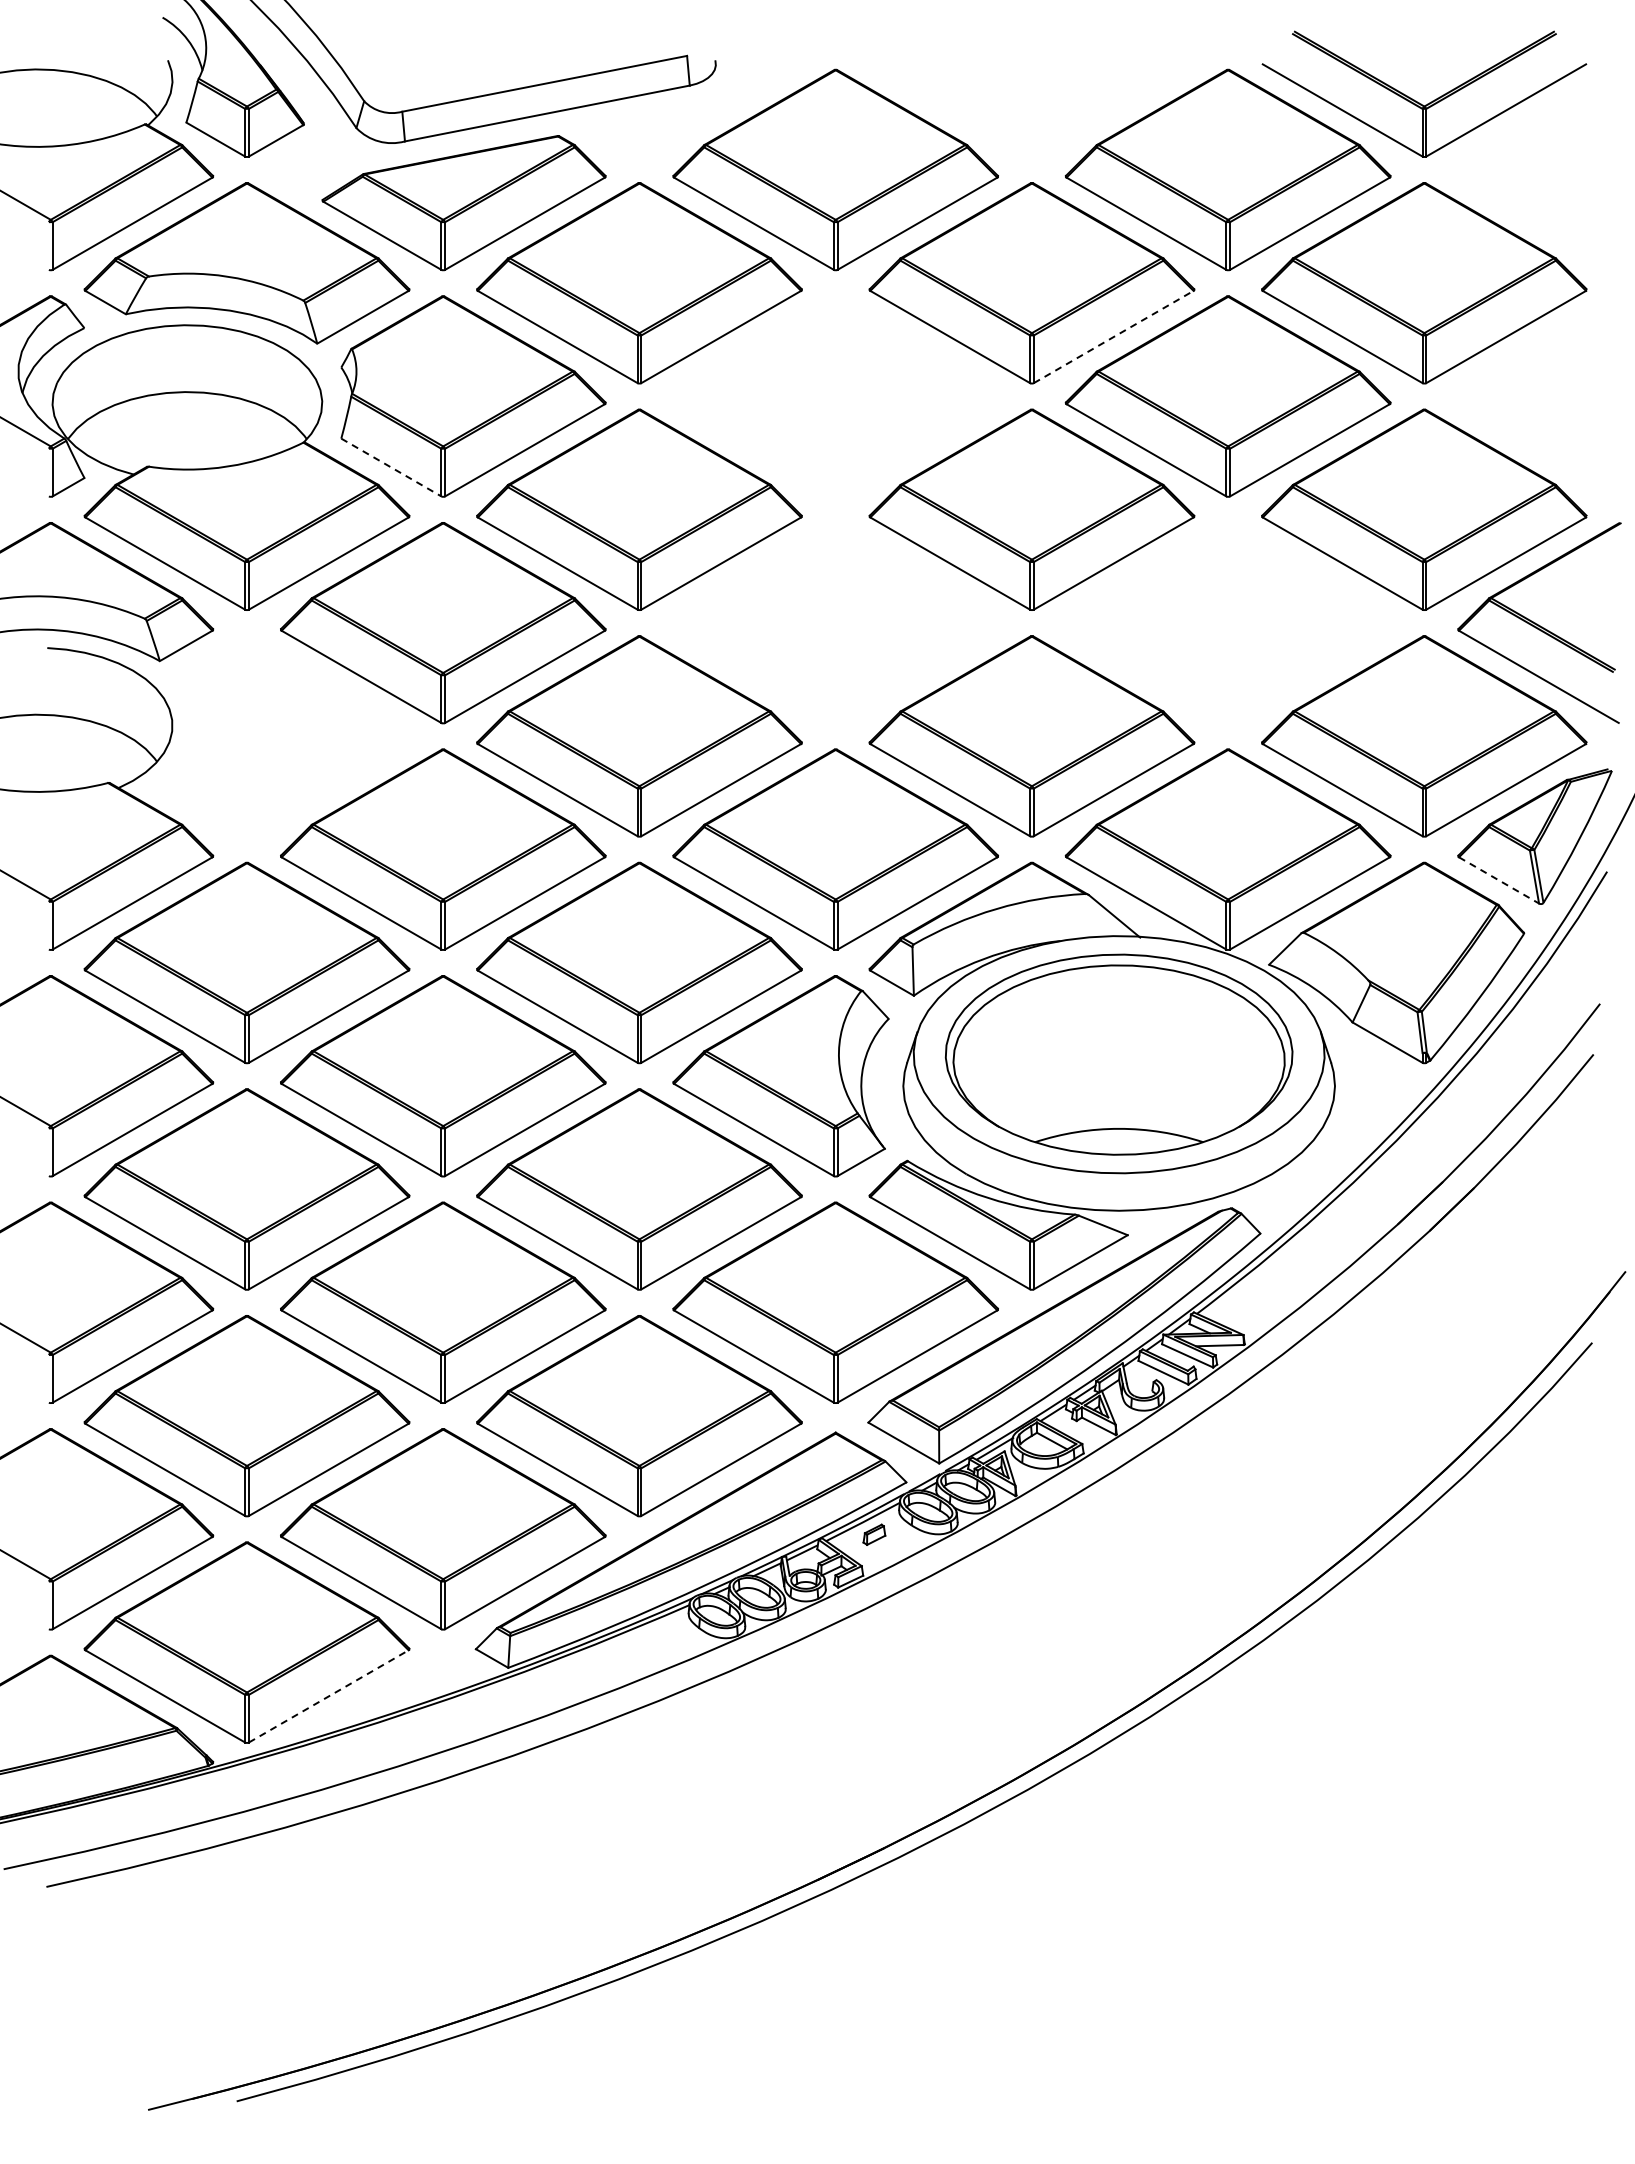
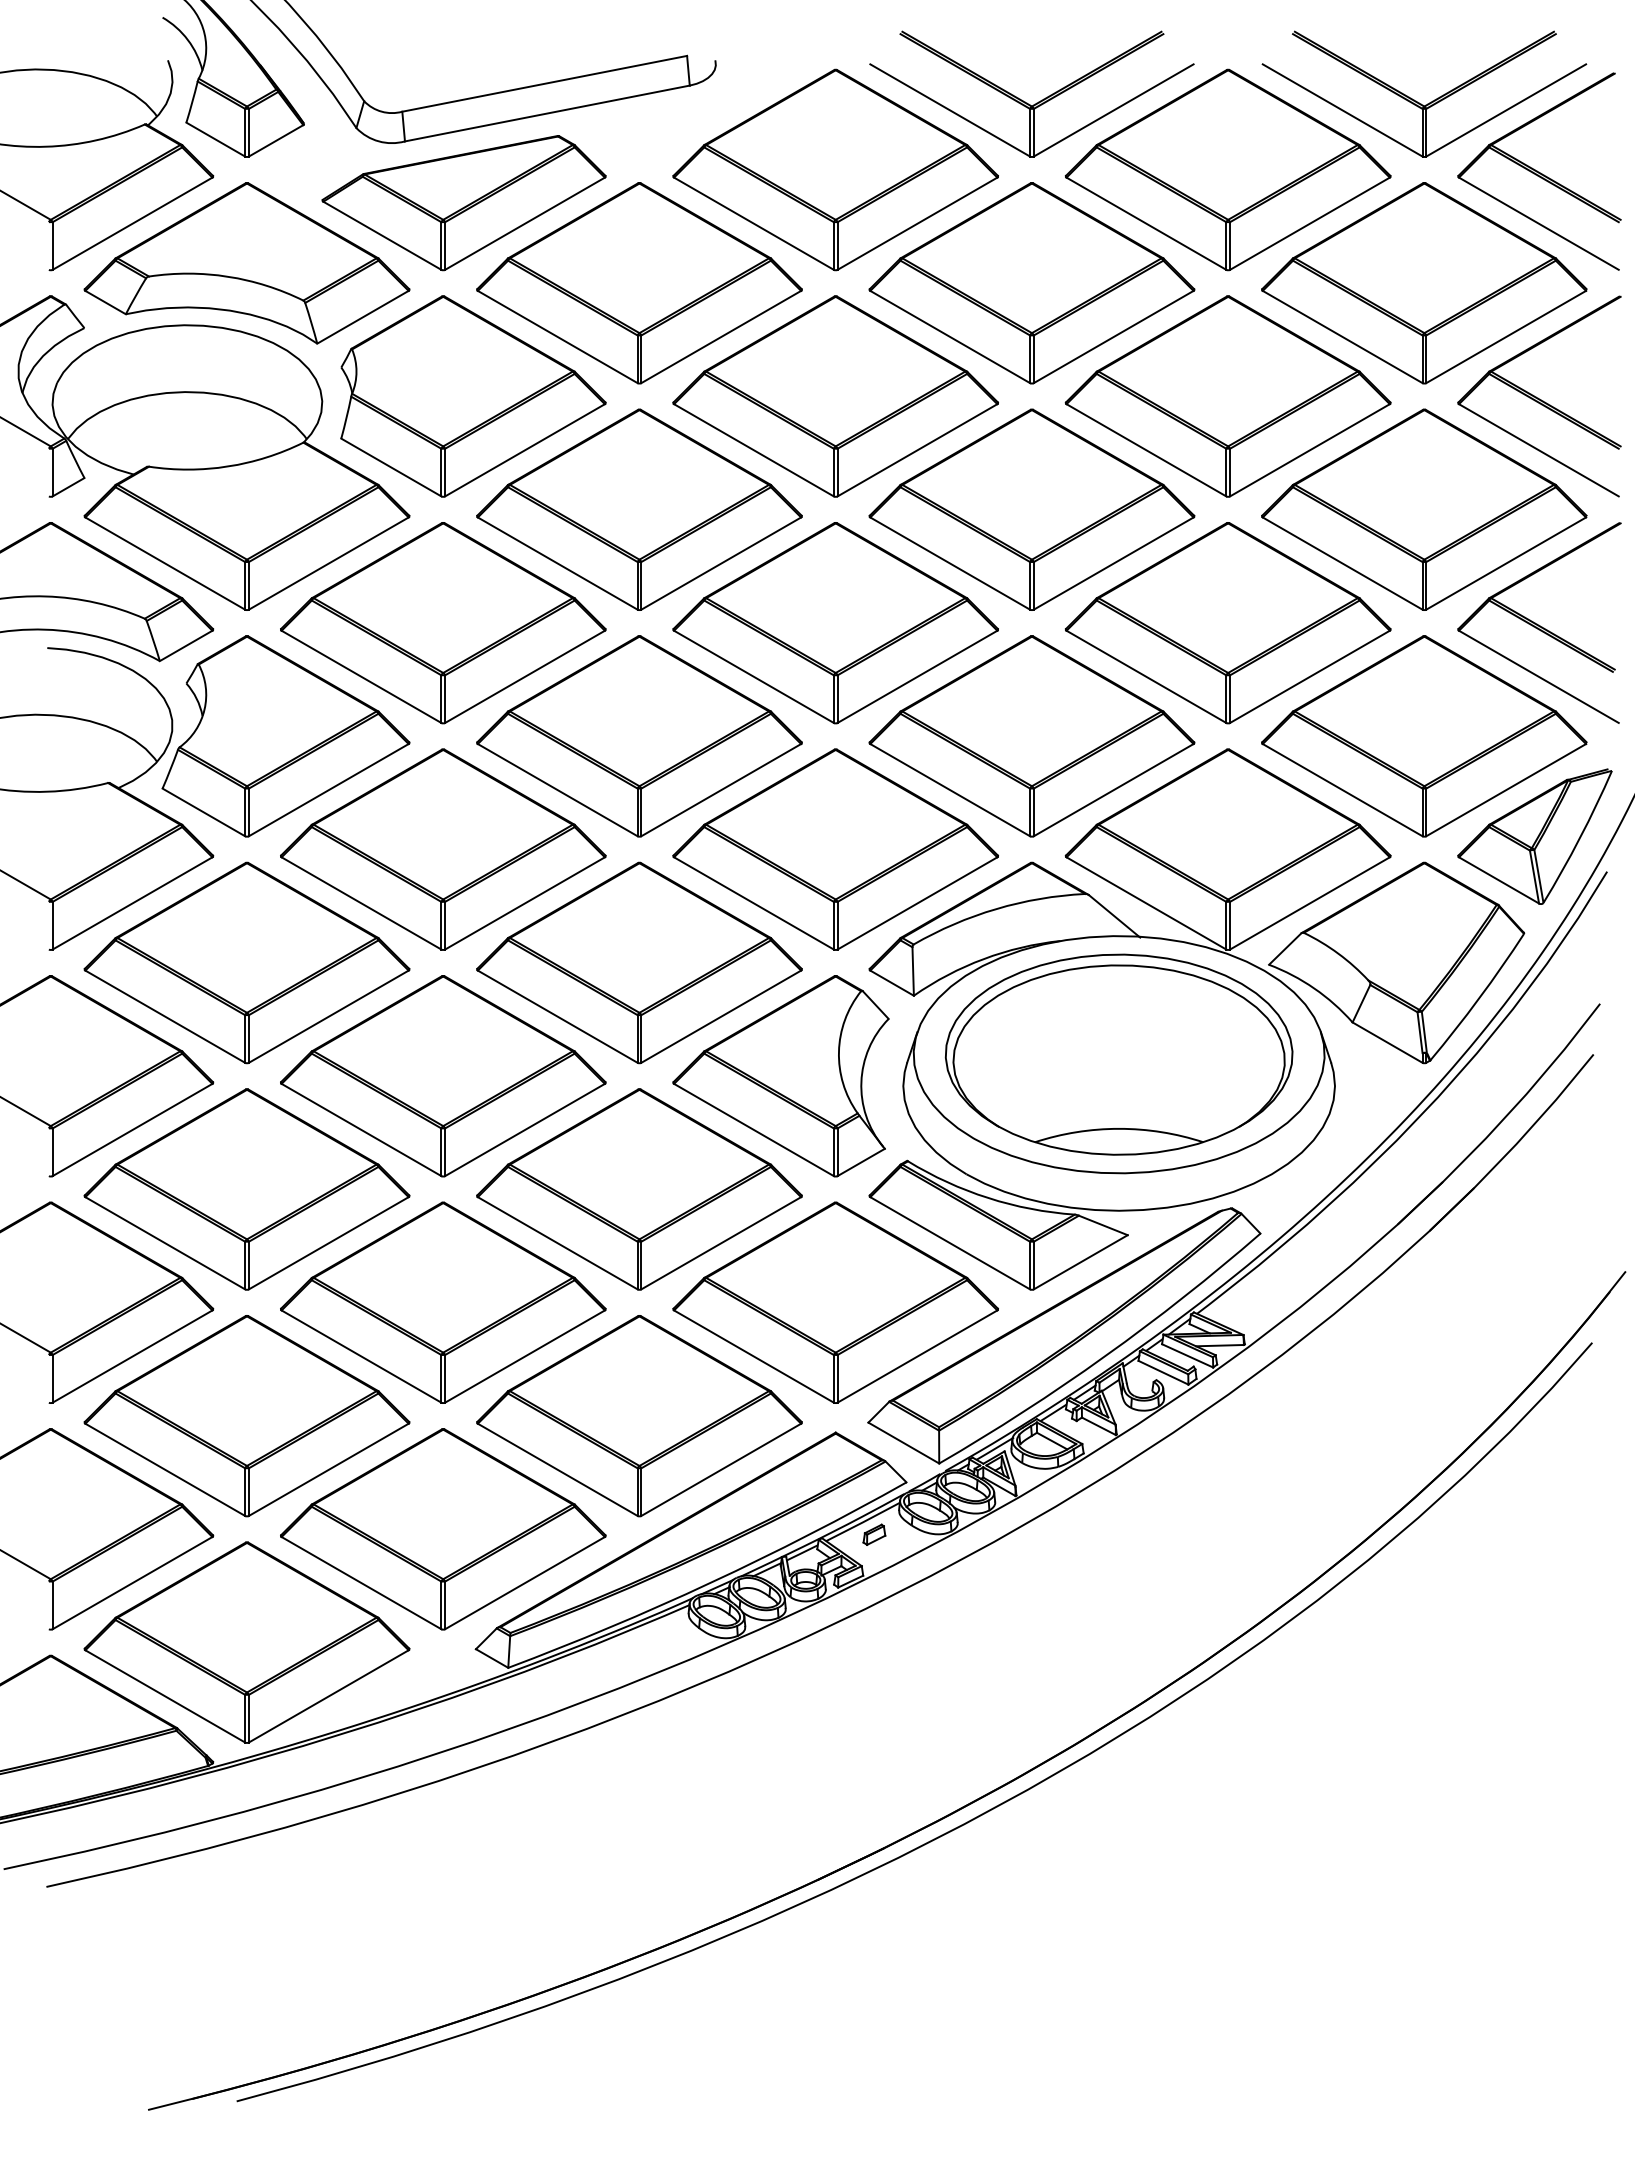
part at (1027, 102): none -> present
part at (1539, 171): none -> present
line at (1114, 336): dashed -> solid
part at (835, 396): none -> present
part at (1539, 396): none -> present
line at (391, 467): dashed -> solid
part at (835, 623): none -> present
part at (1228, 623): none -> present
part at (285, 736): none -> present
line at (1499, 880): dashed -> solid
line at (329, 1696): dashed -> solid
